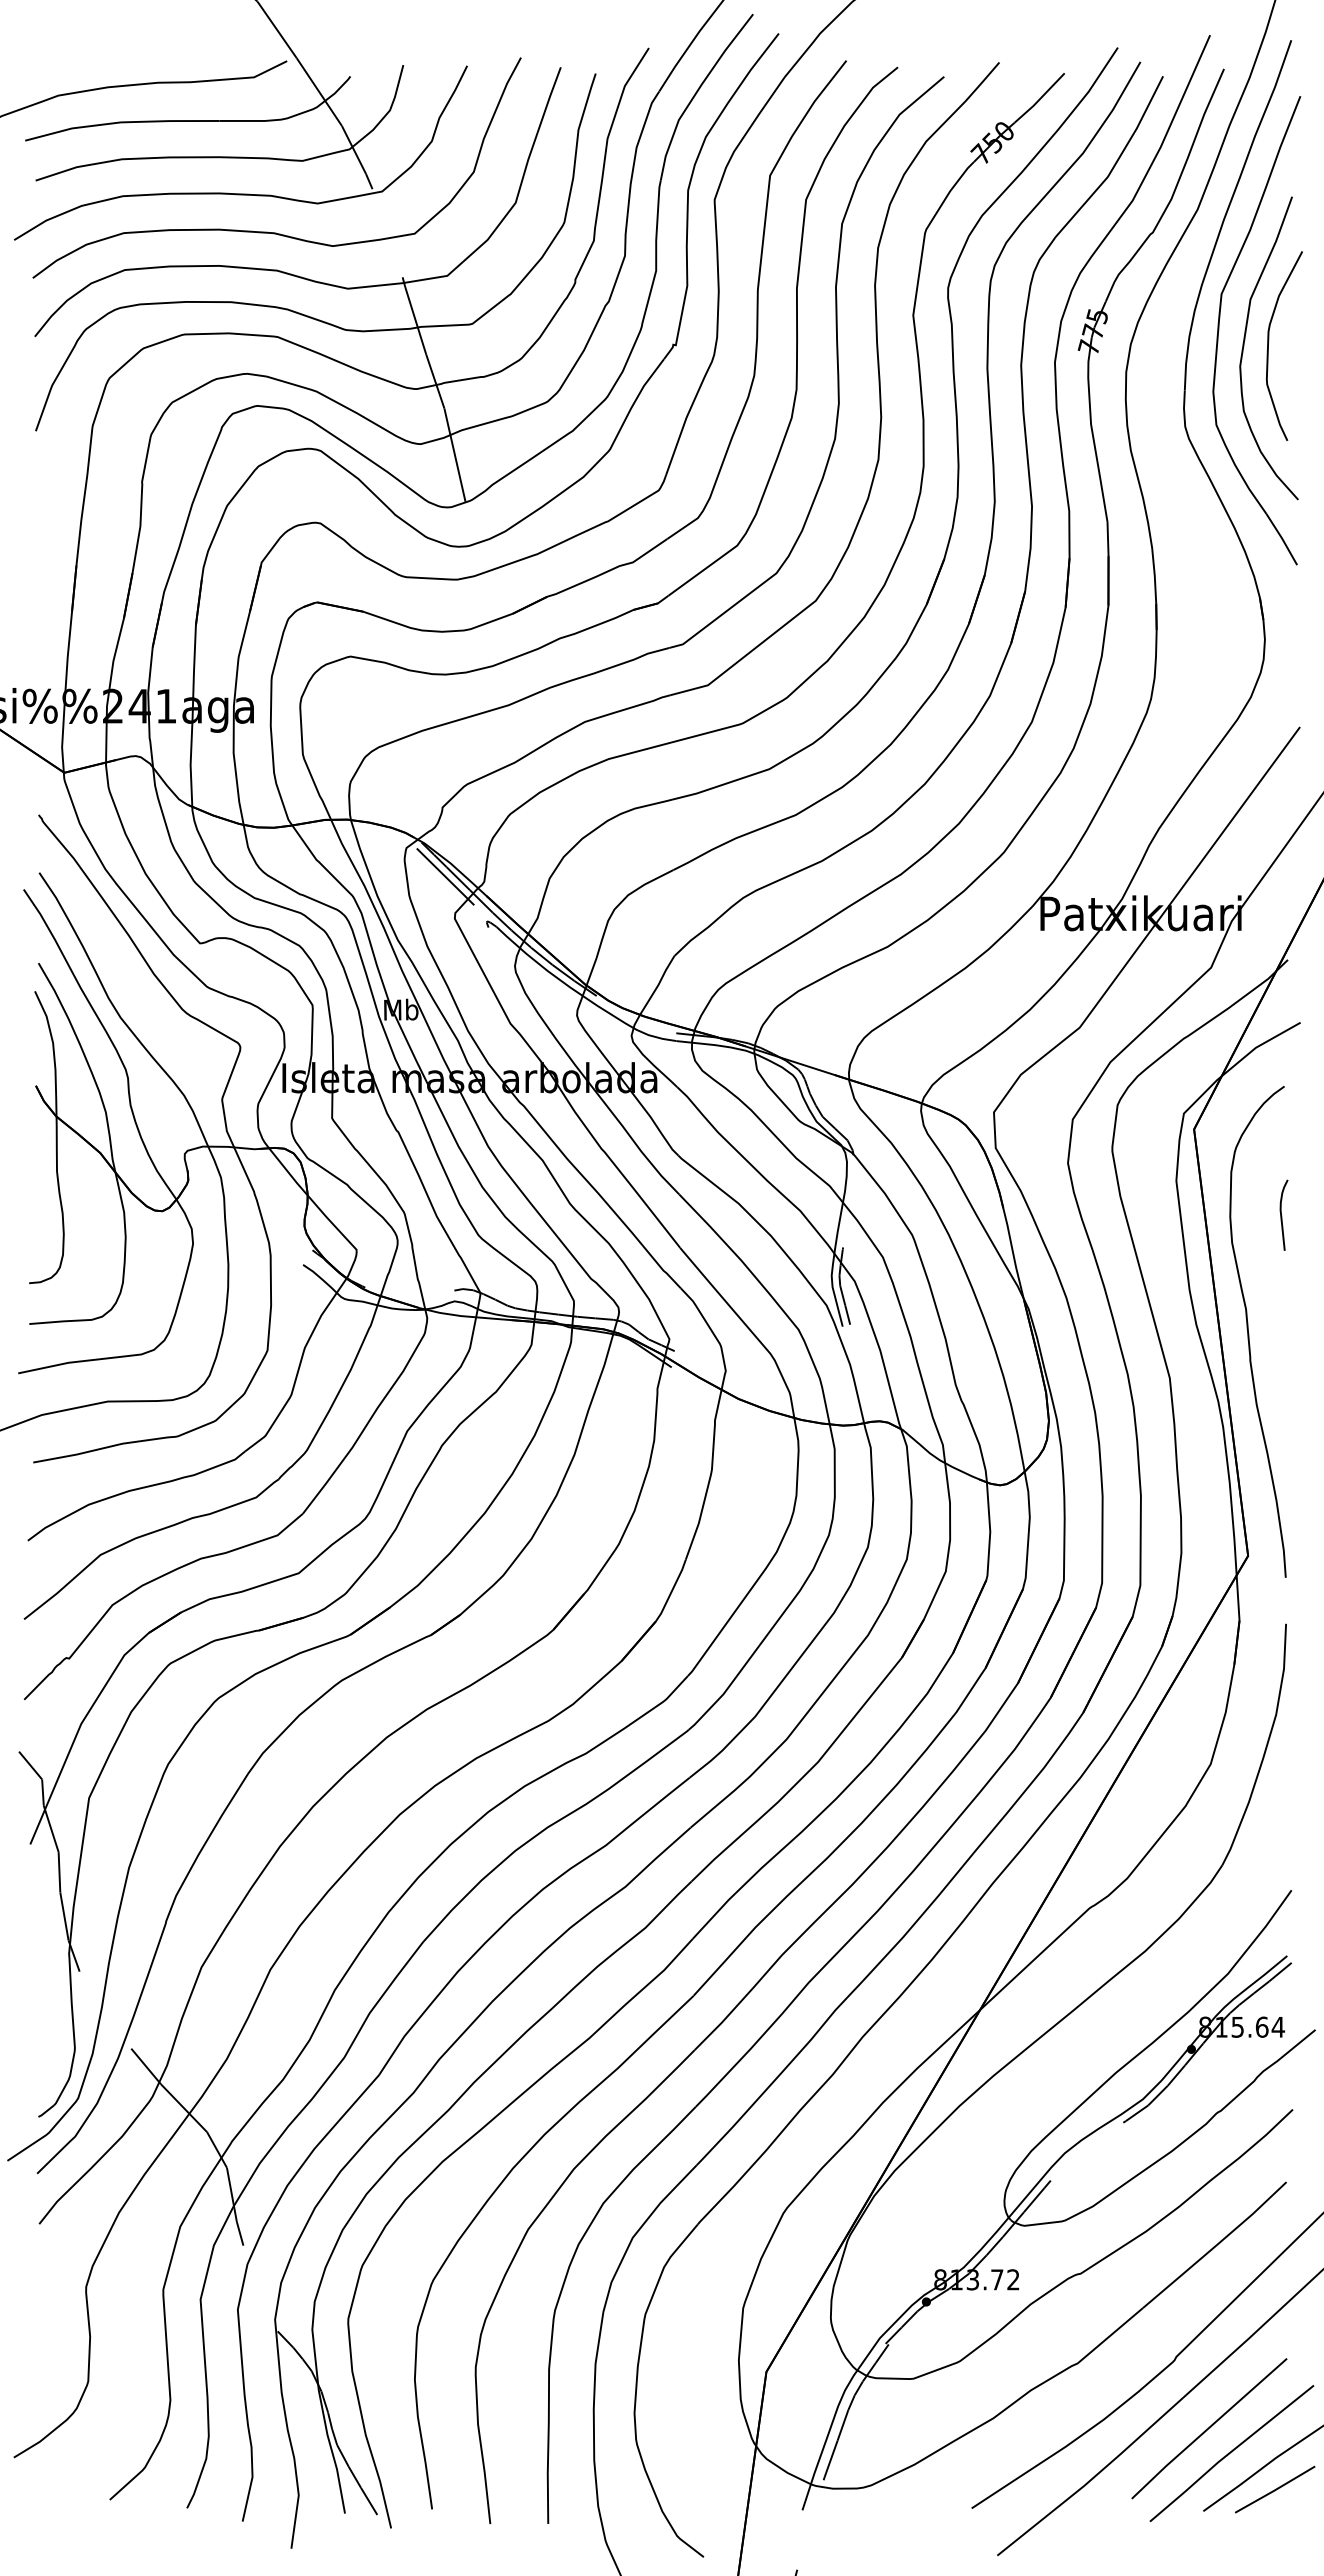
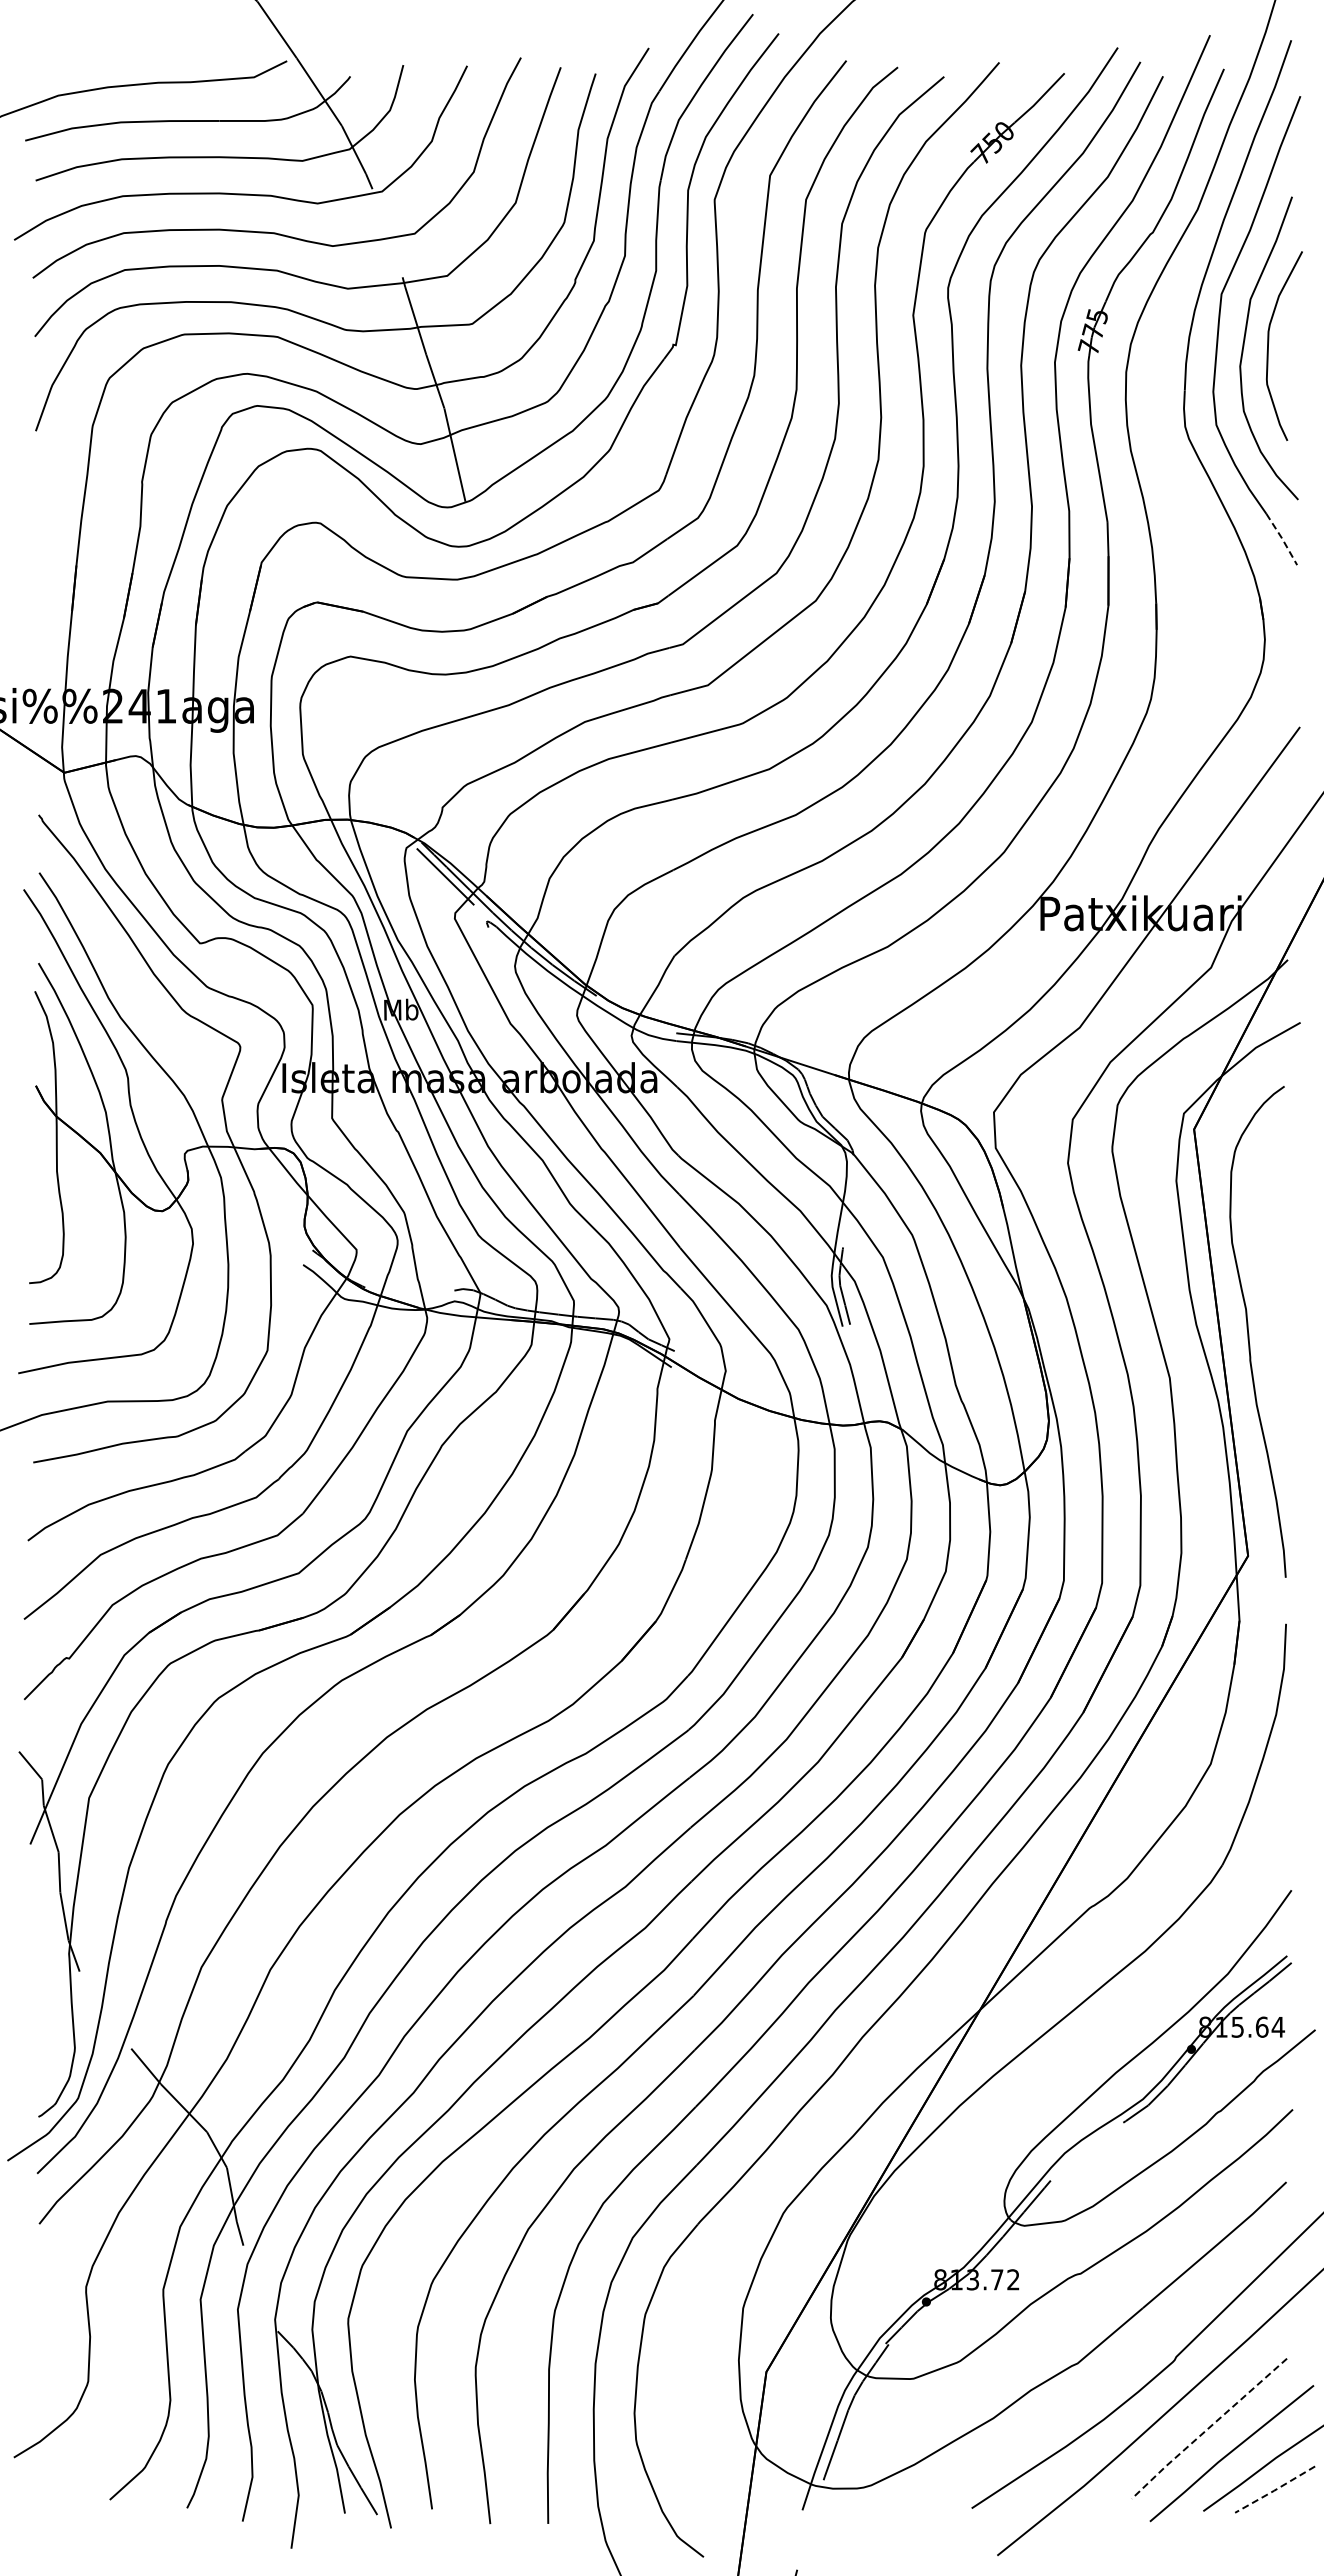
line at (1282, 539): solid -> dashed
curve at (1282, 1215): present -> none
line at (1207, 2429): solid -> dashed
line at (1275, 2490): solid -> dashed
